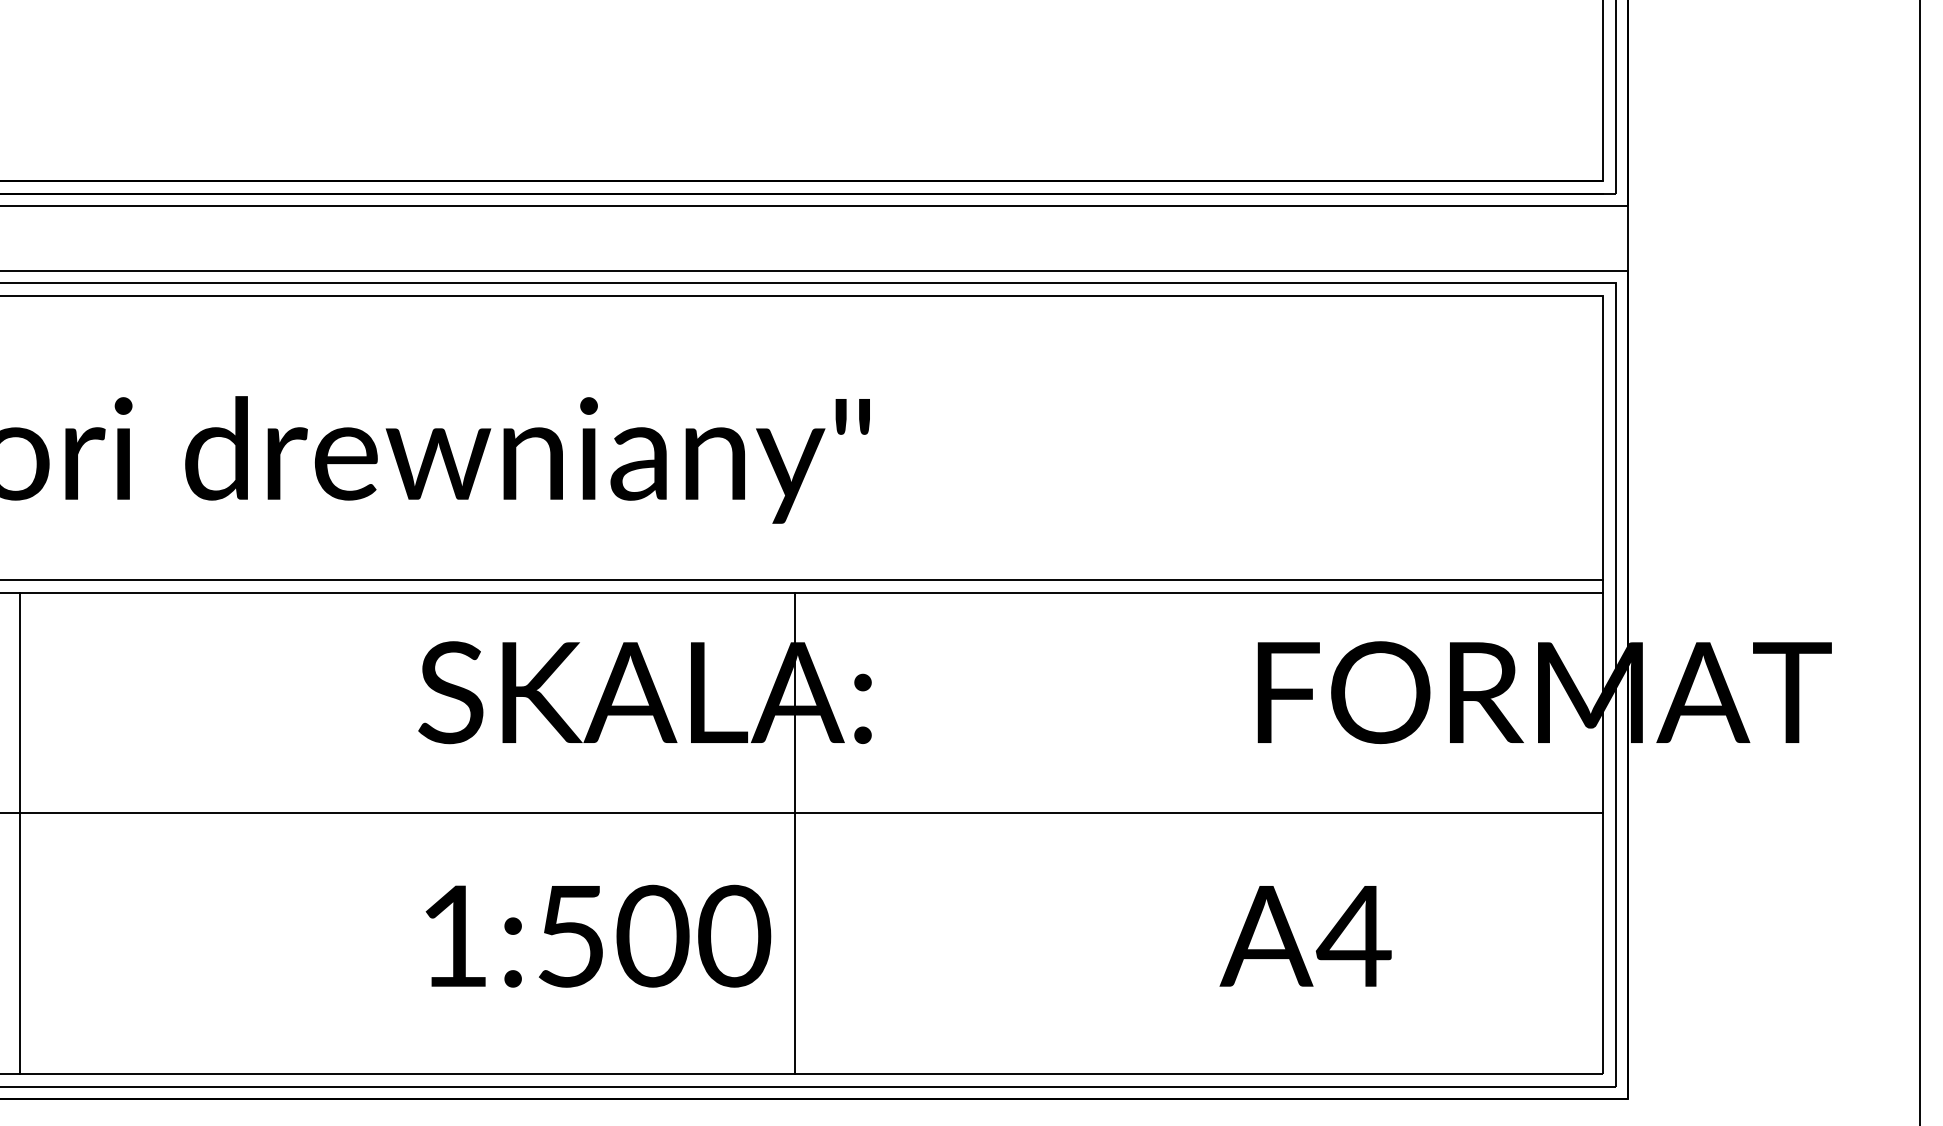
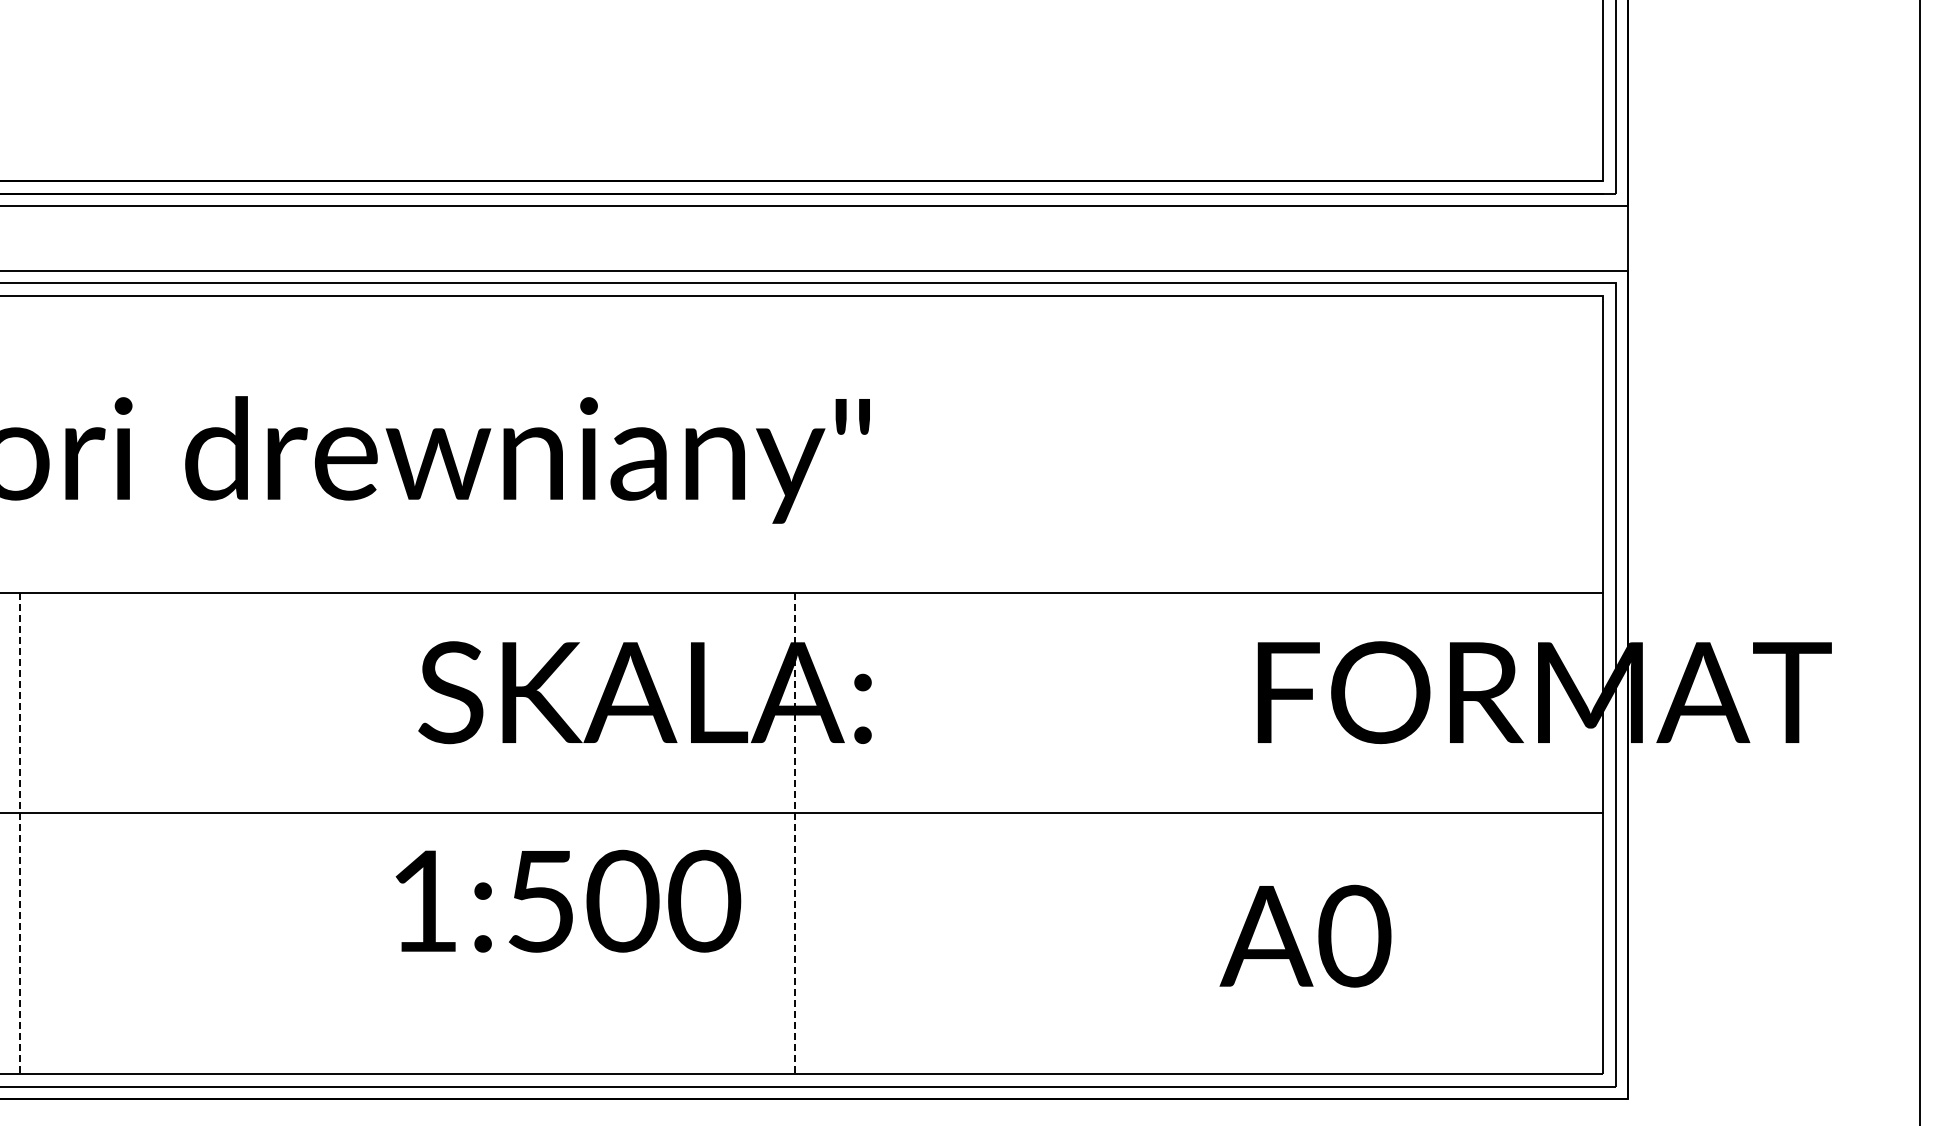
line at (802, 580): present -> none
line at (20, 833): solid -> dashed
line at (794, 833): solid -> dashed
text at (598, 935) position: (598, 935) -> (568, 900)
text at (1353, 935): A4 -> A0
